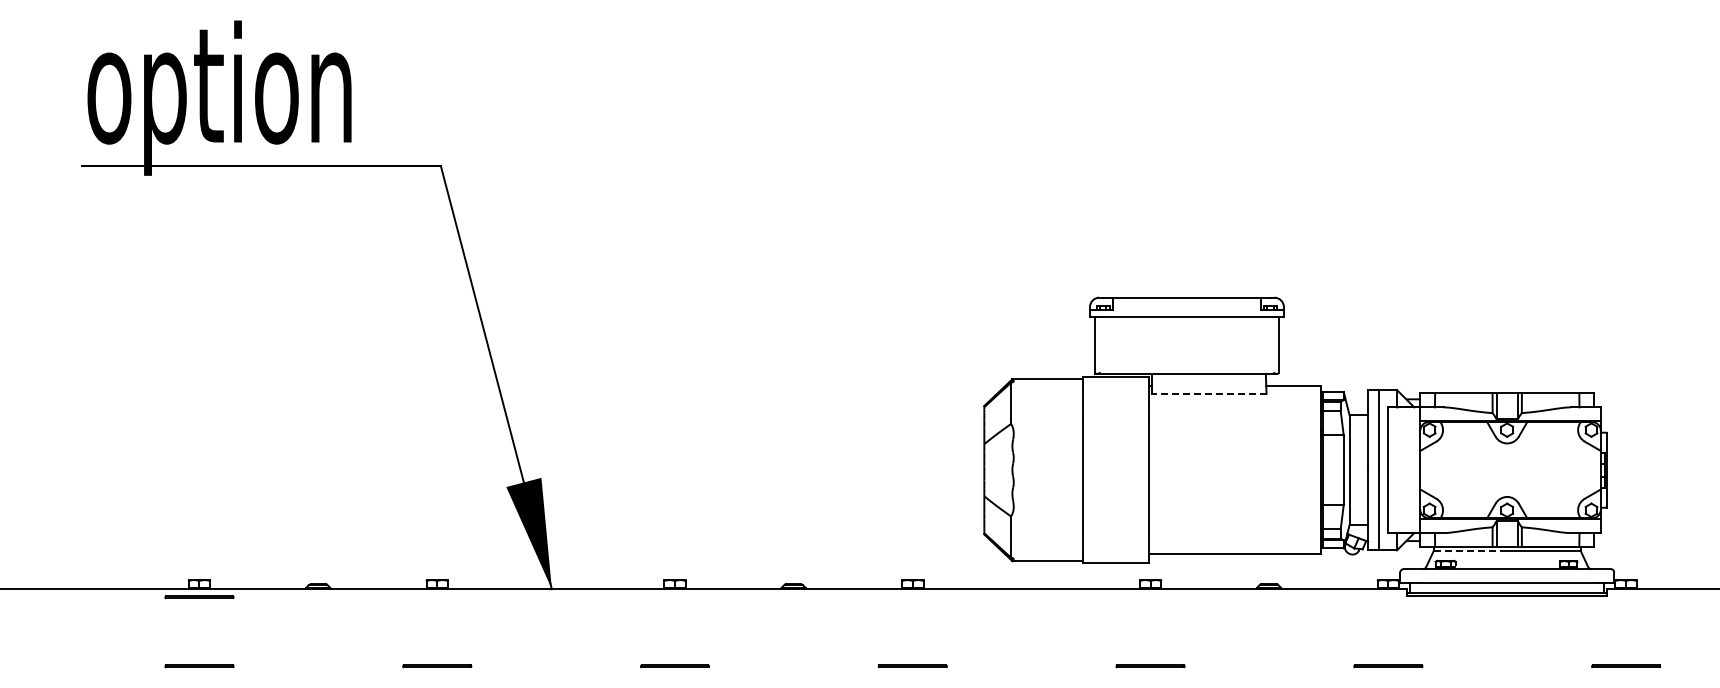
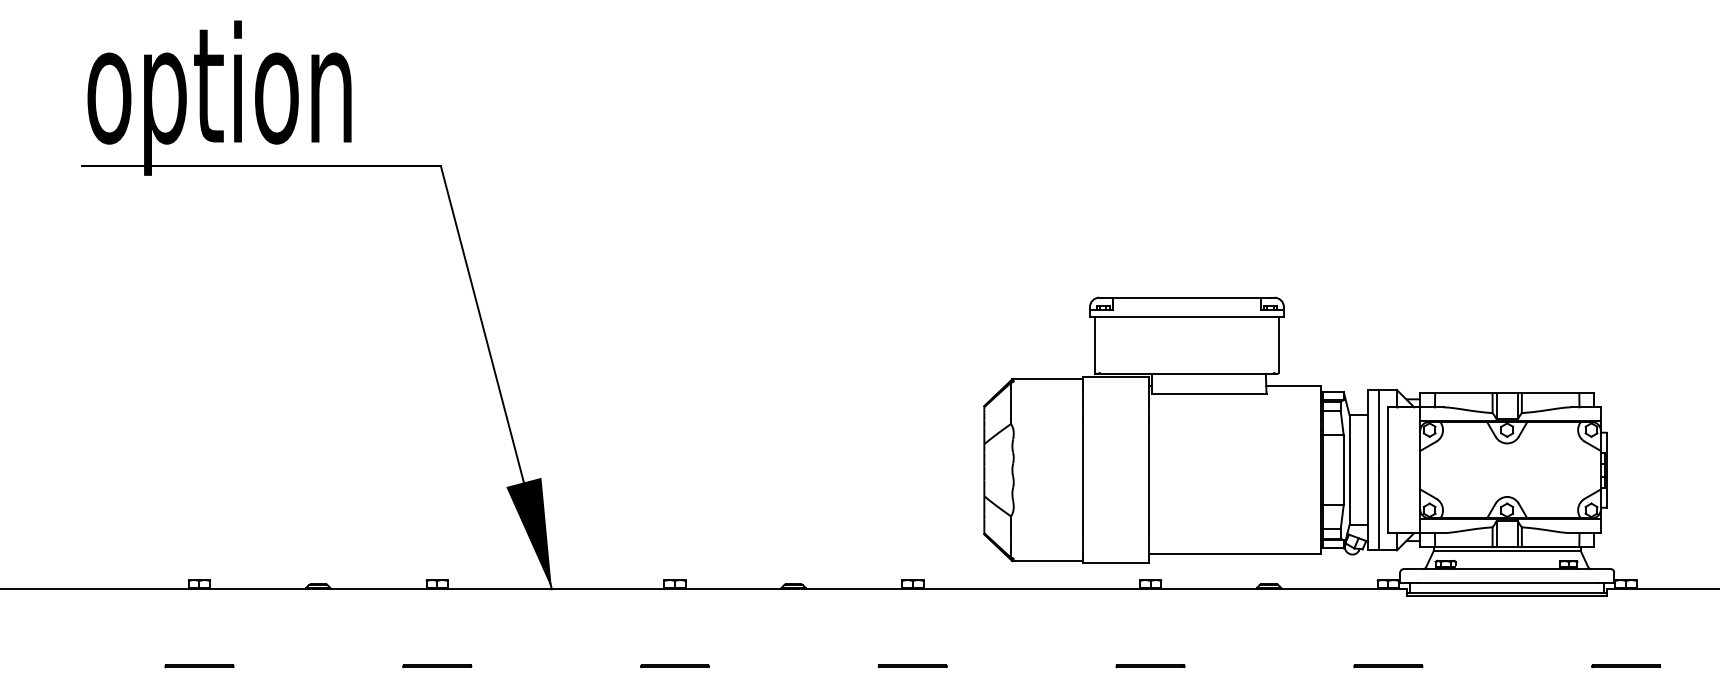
line at (1208, 393): dashed -> solid
line at (1470, 551): dashed -> solid
line at (199, 597): present -> none
